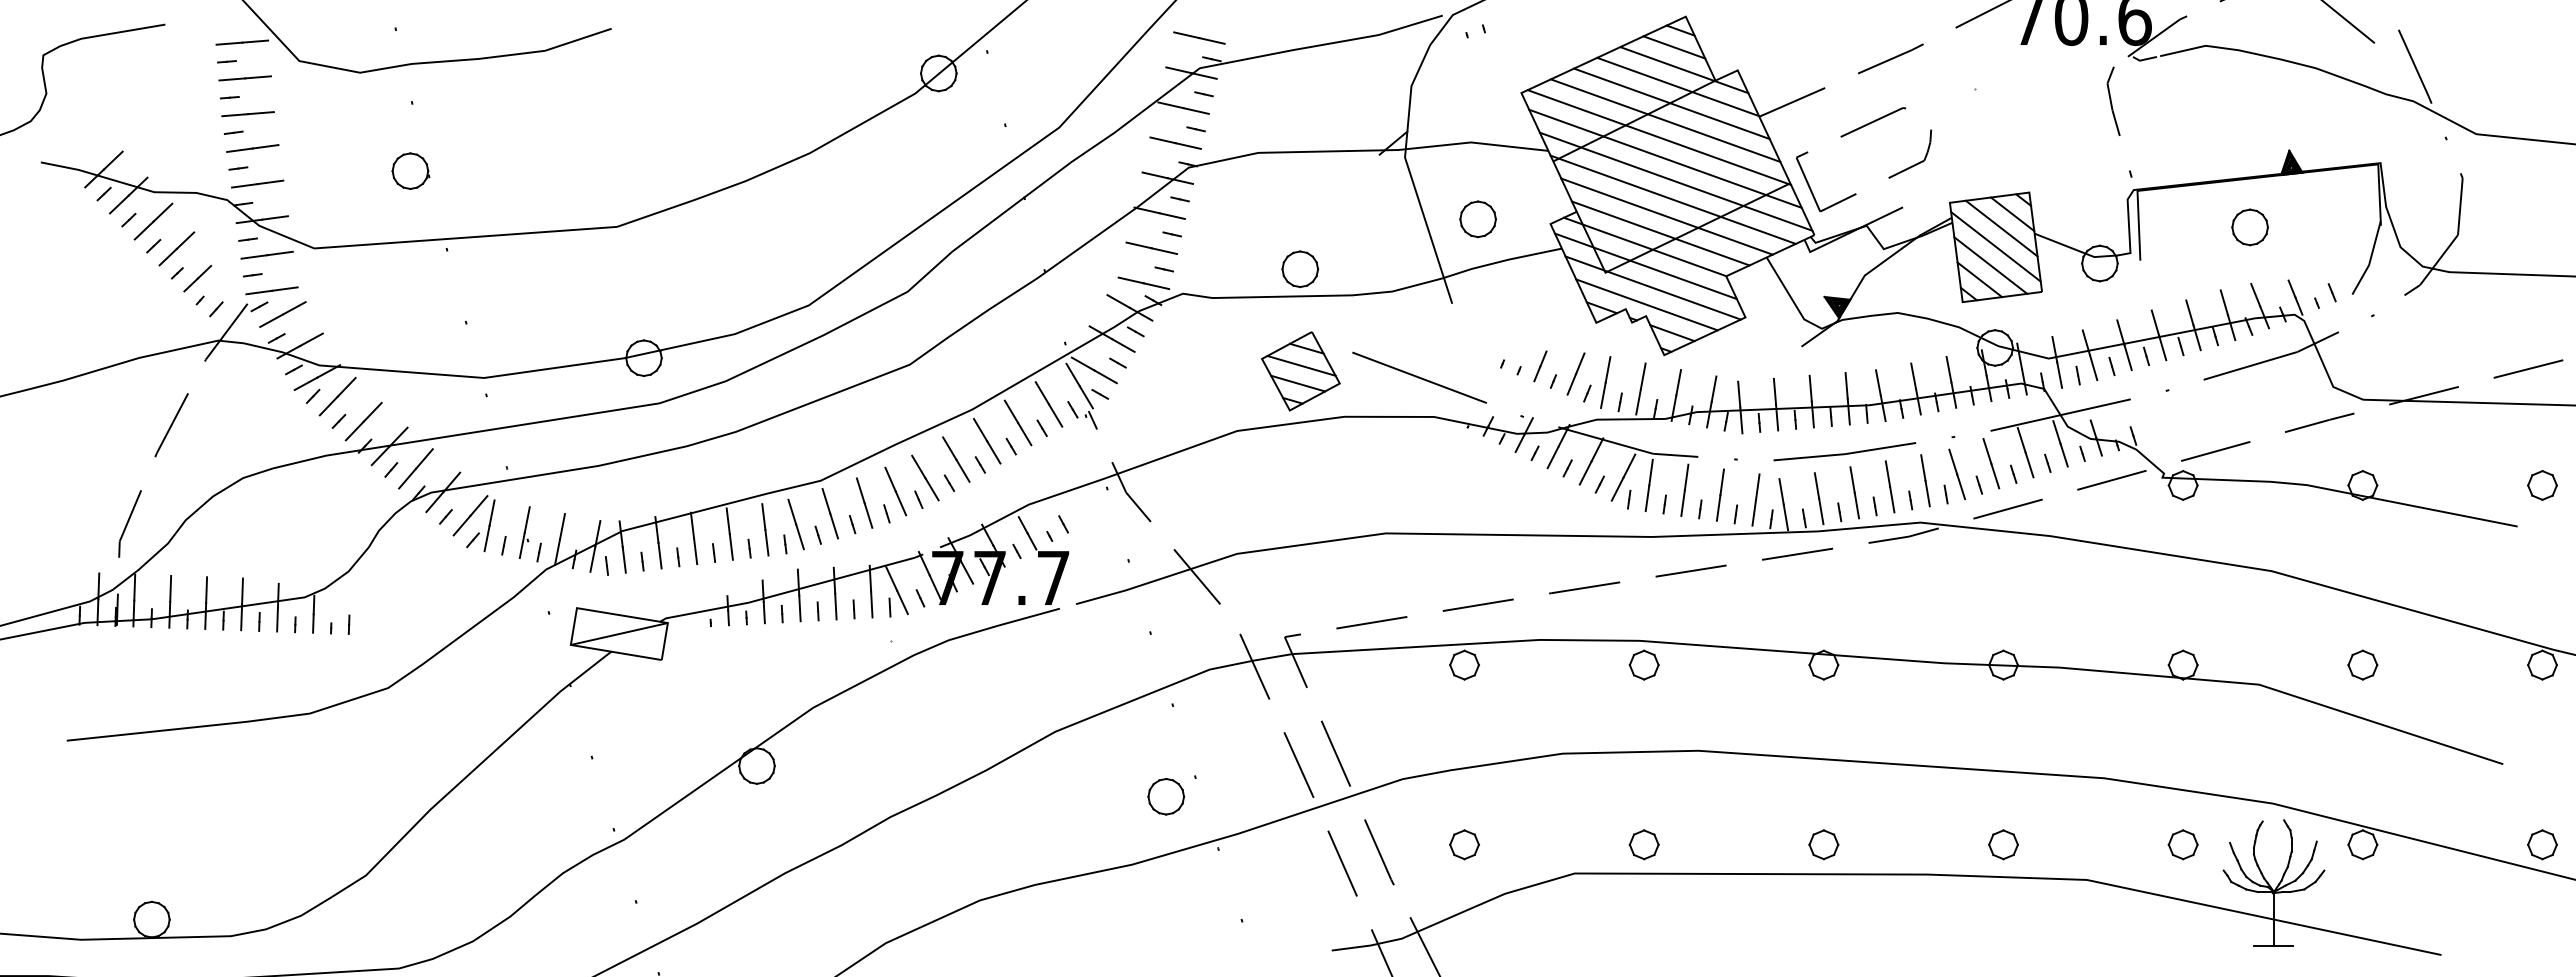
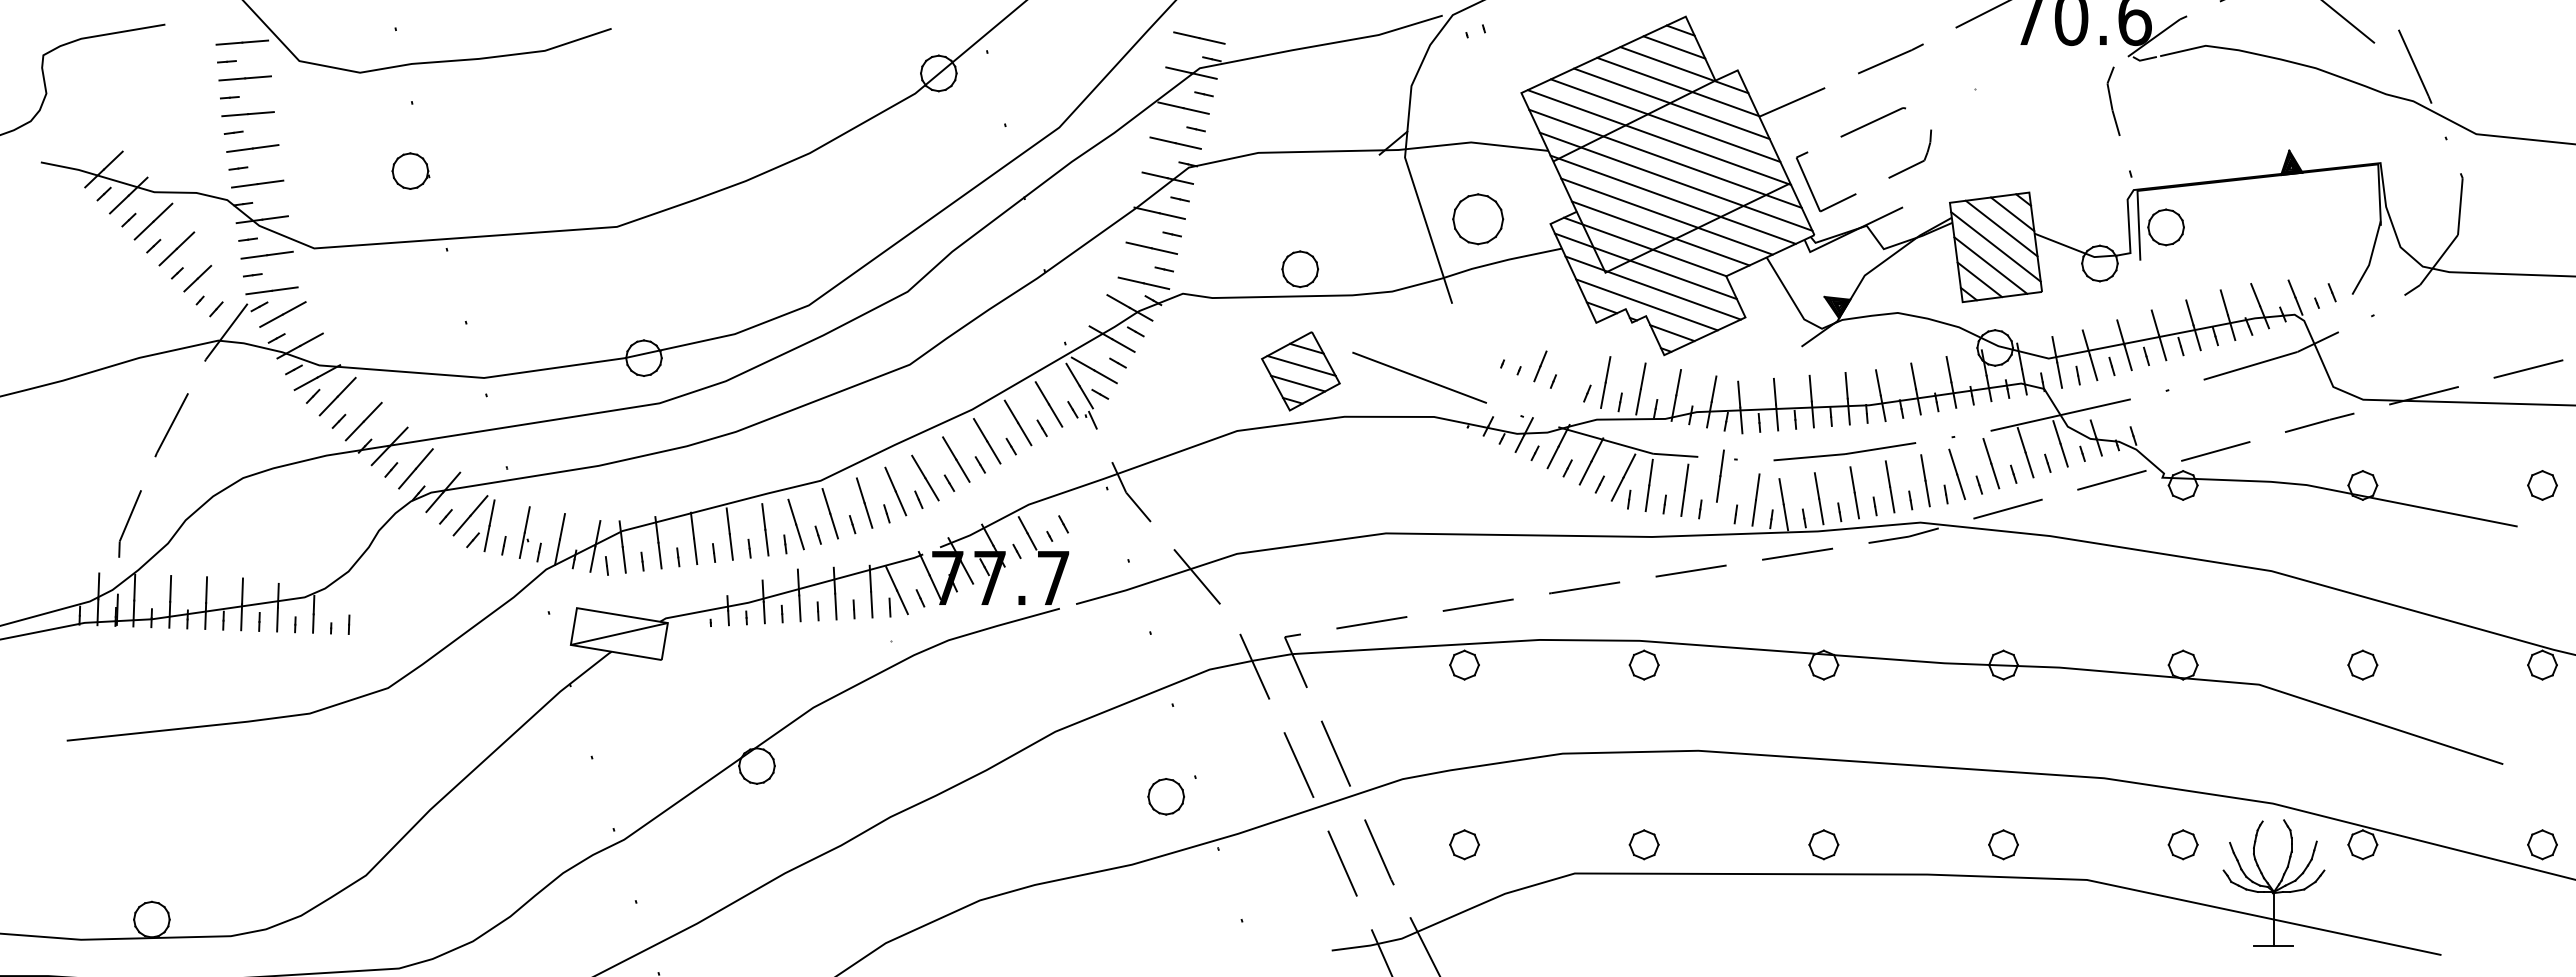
part at (1477, 219) size: 38x39 px -> 53x53 px
part at (2249, 227) position: (2249, 227) -> (2165, 227)
line at (1575, 373): present -> none
line at (1720, 494) position: (1720, 494) -> (1720, 475)
